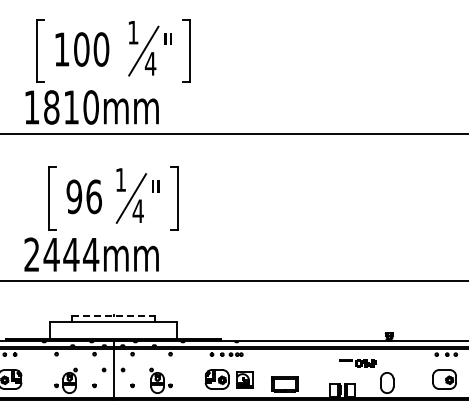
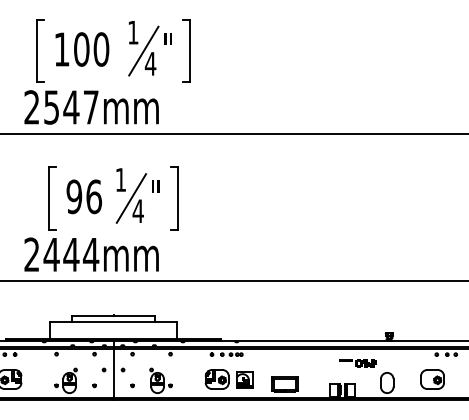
text at (61, 107): 1810mm -> 2547mm
line at (113, 316): dashed -> solid
part at (444, 379) position: (444, 379) -> (432, 379)
